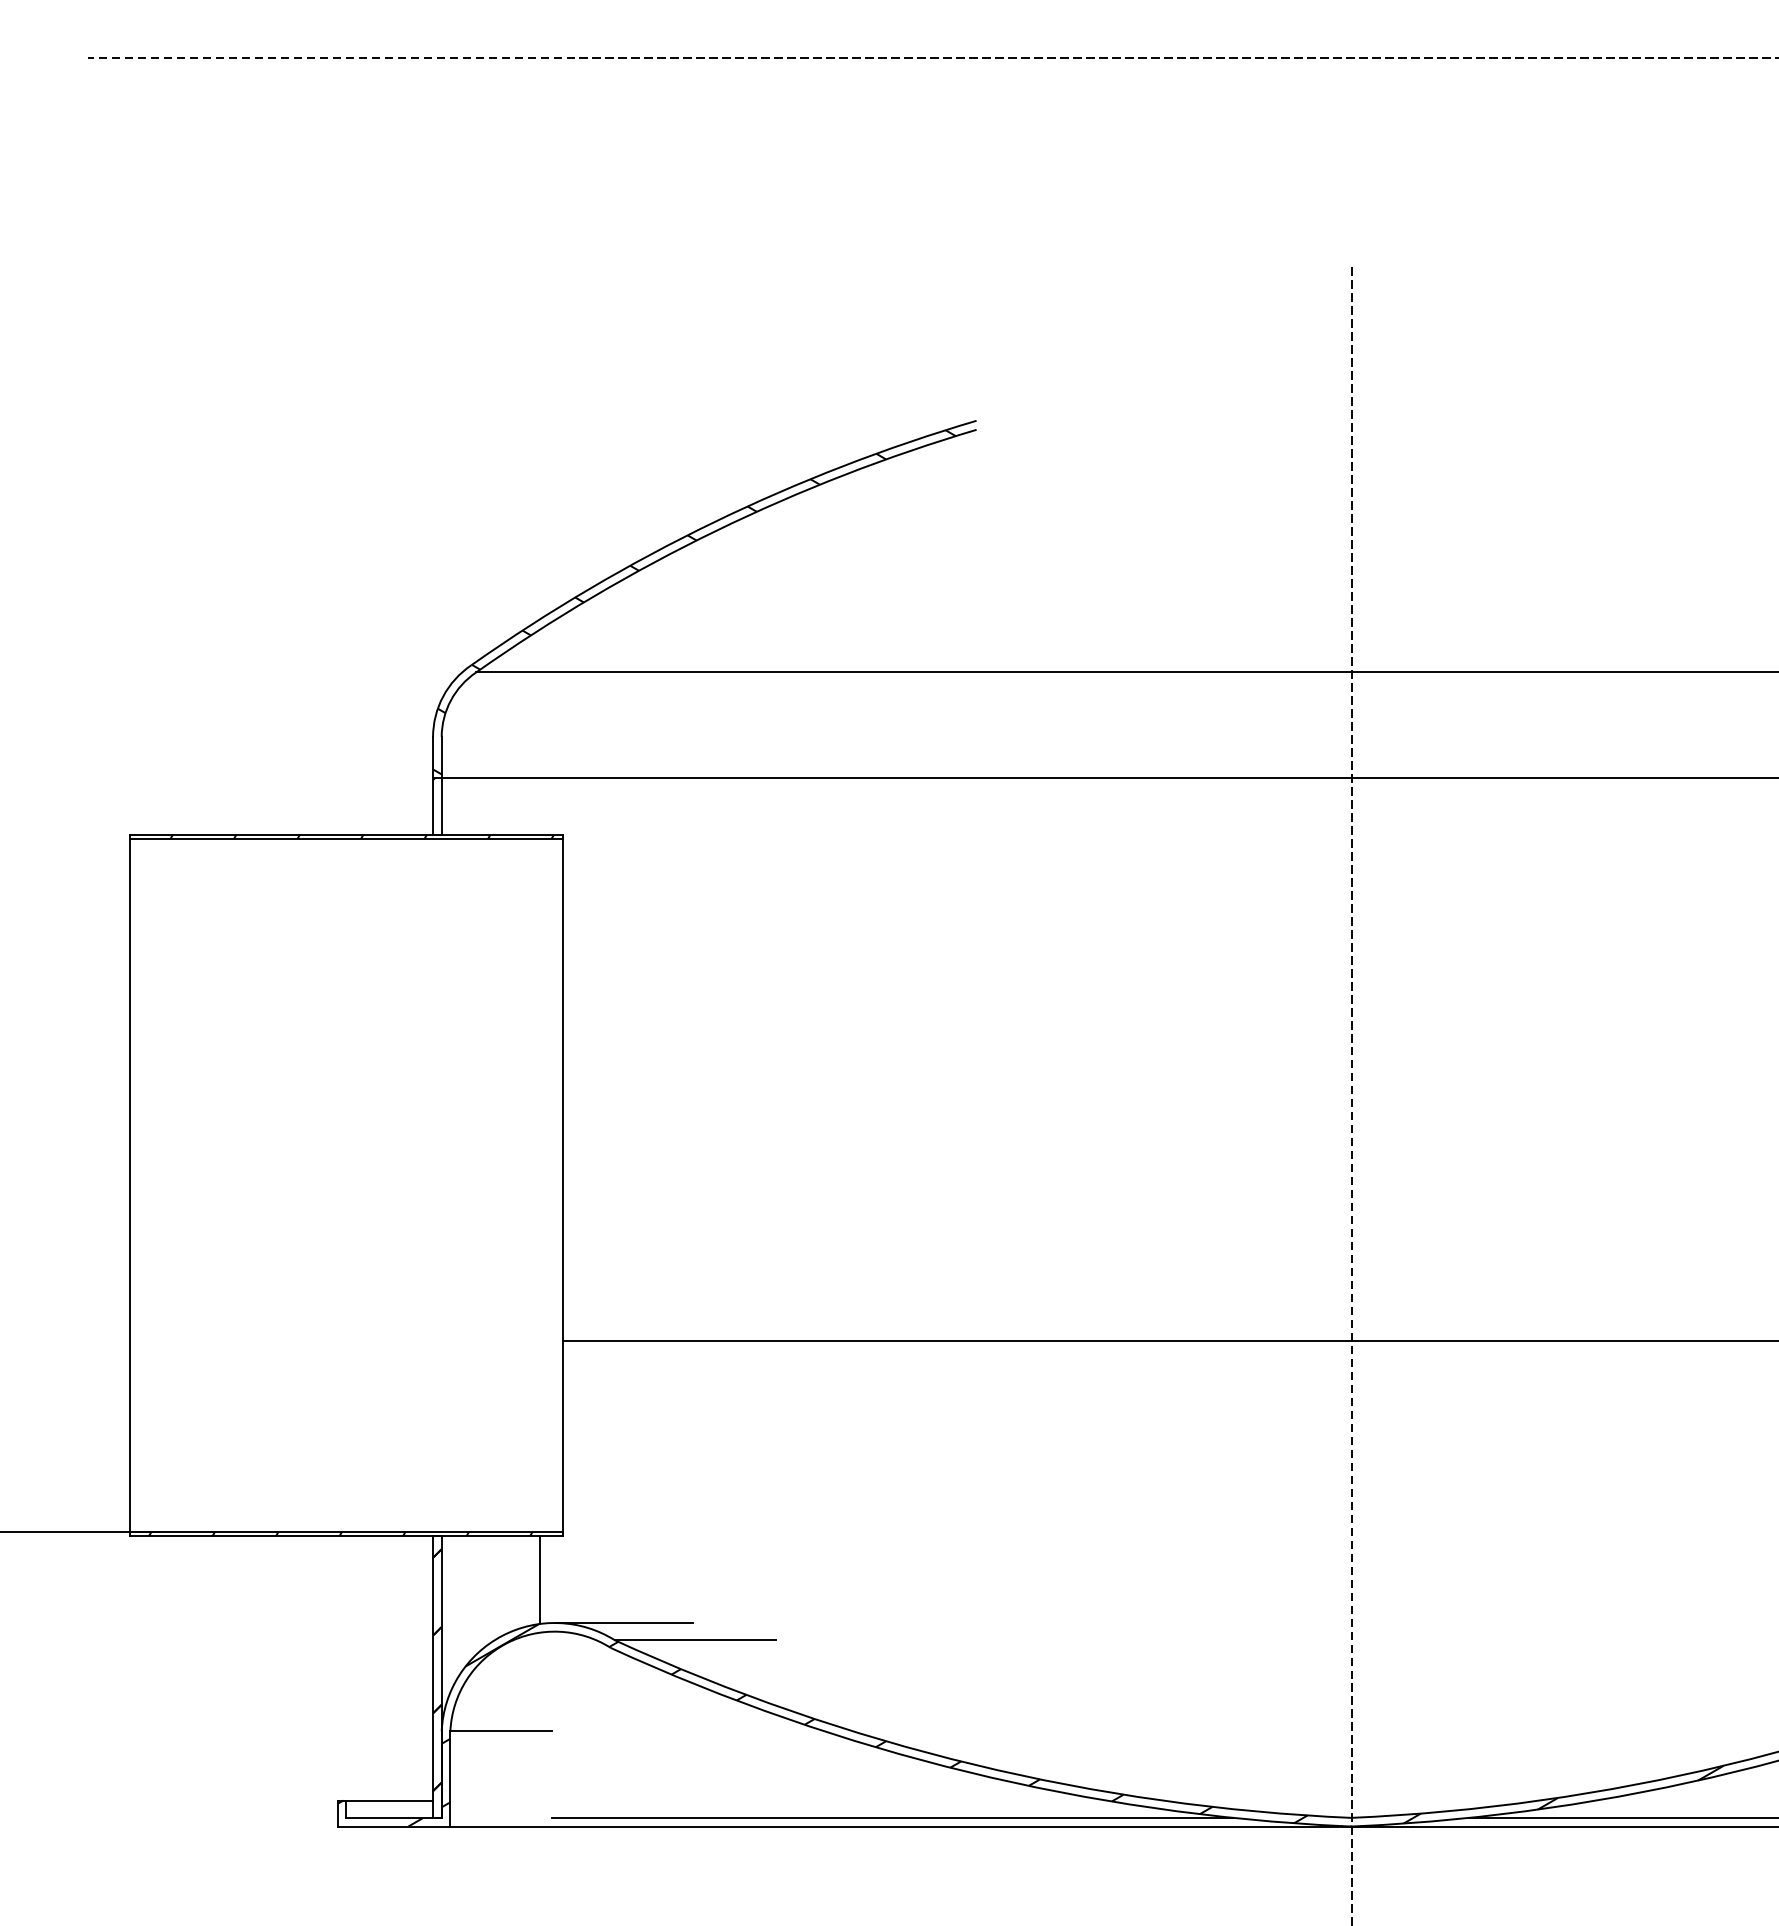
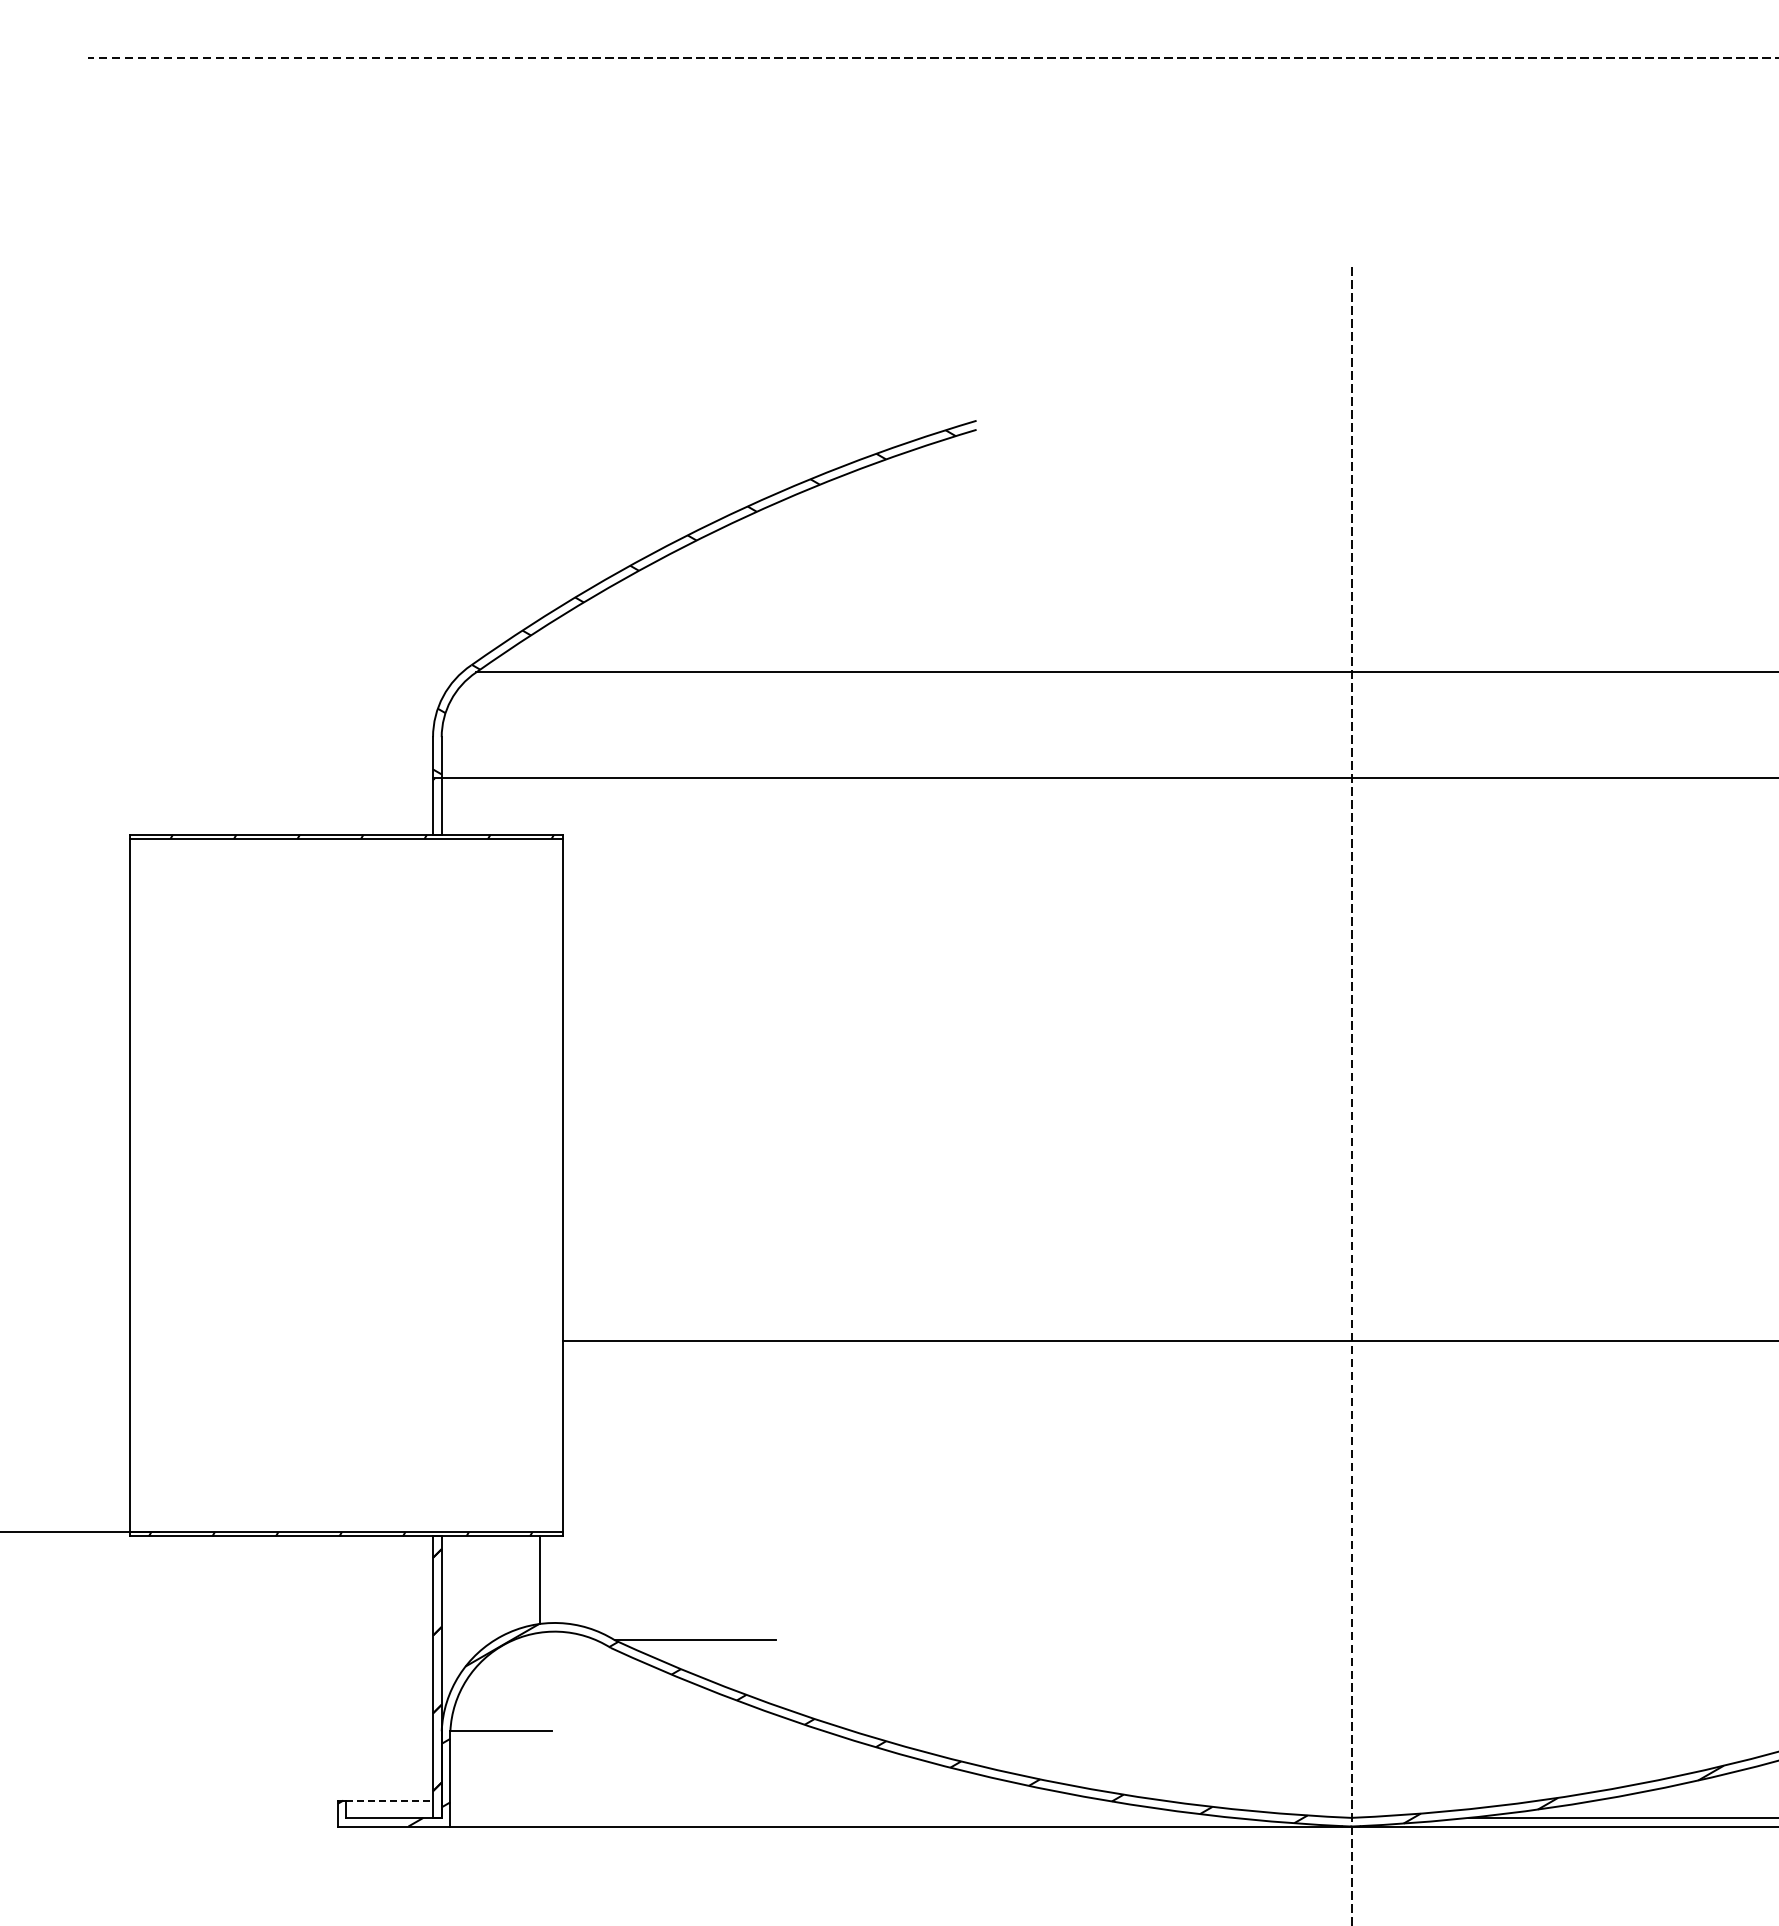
line at (623, 1622): present -> none
line at (390, 1800): solid -> dashed
line at (892, 1817): present -> none
